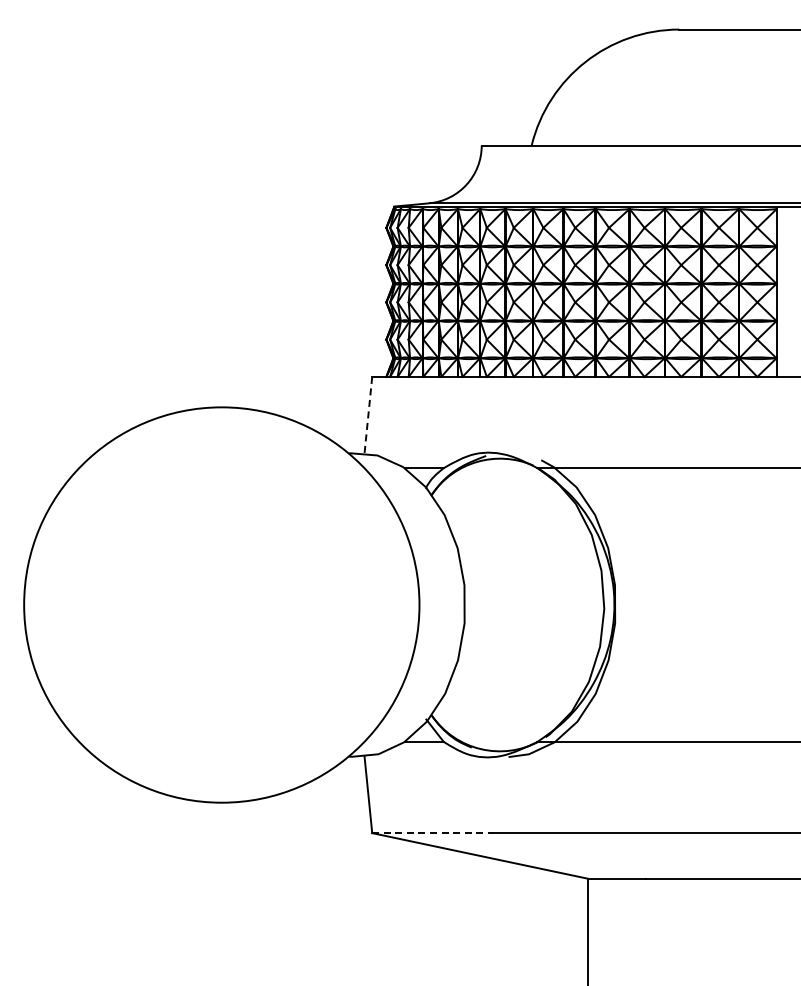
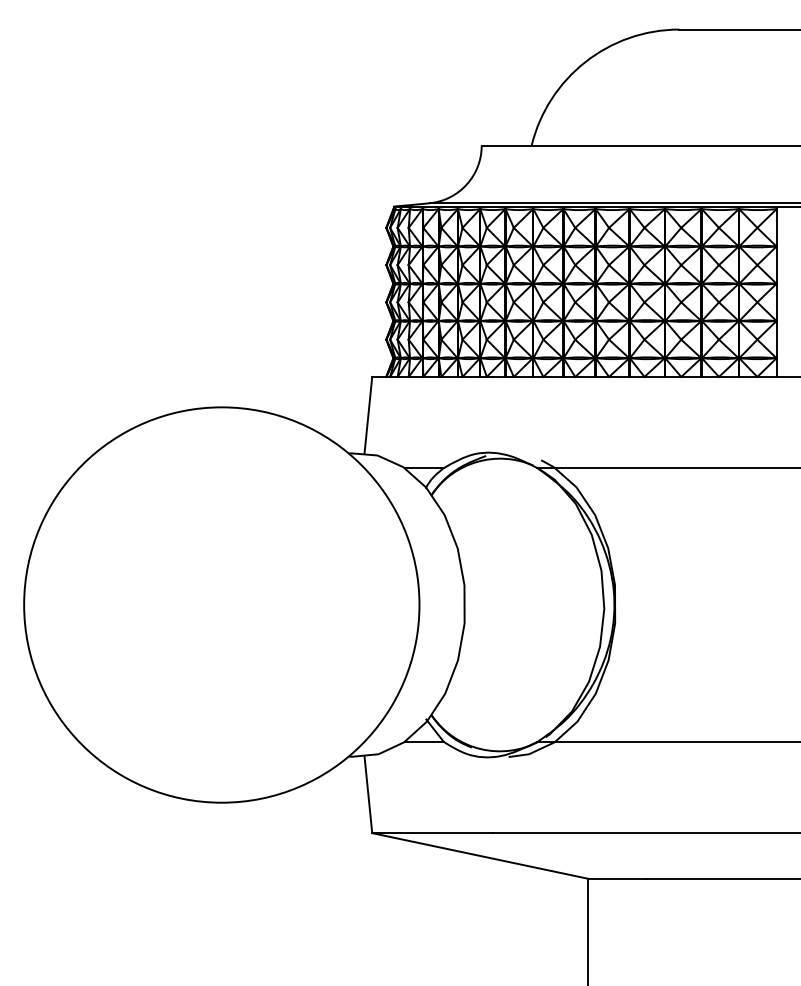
line at (368, 415): dashed -> solid
line at (432, 833): dashed -> solid
